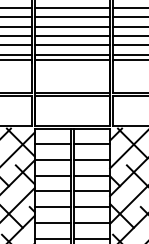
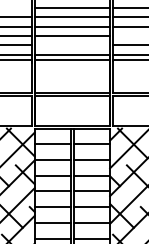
line at (16, 7): present -> none
line at (129, 35): present -> none
line at (72, 45): present -> none
